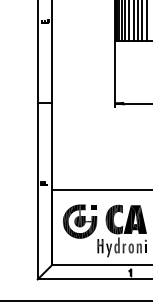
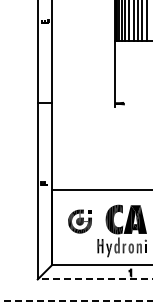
line at (136, 103): present -> none
part at (79, 221) size: 36x35 px -> 24x25 px
line at (94, 279): solid -> dashed
line at (76, 300): solid -> dashed
